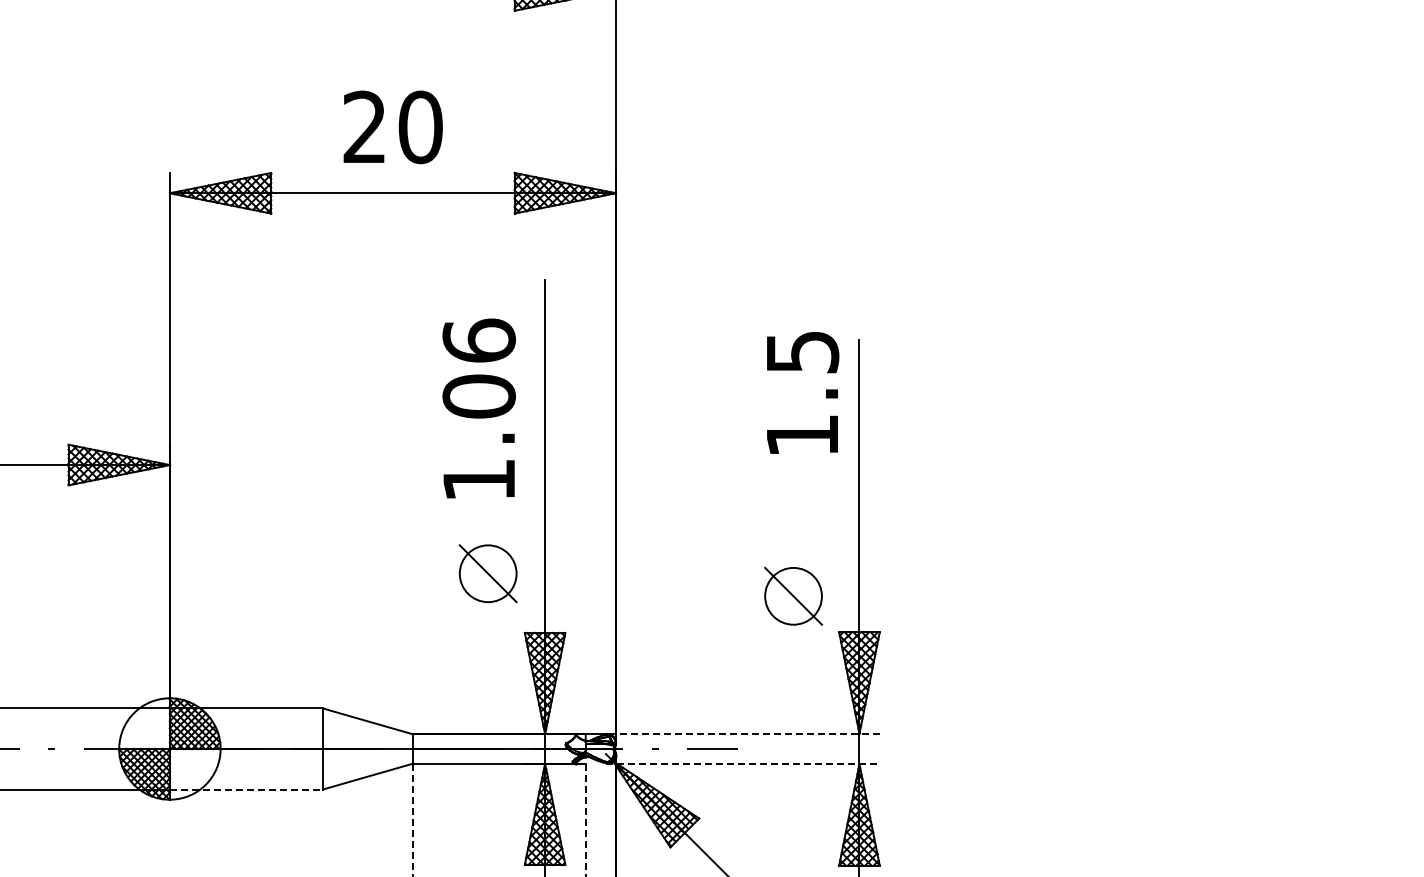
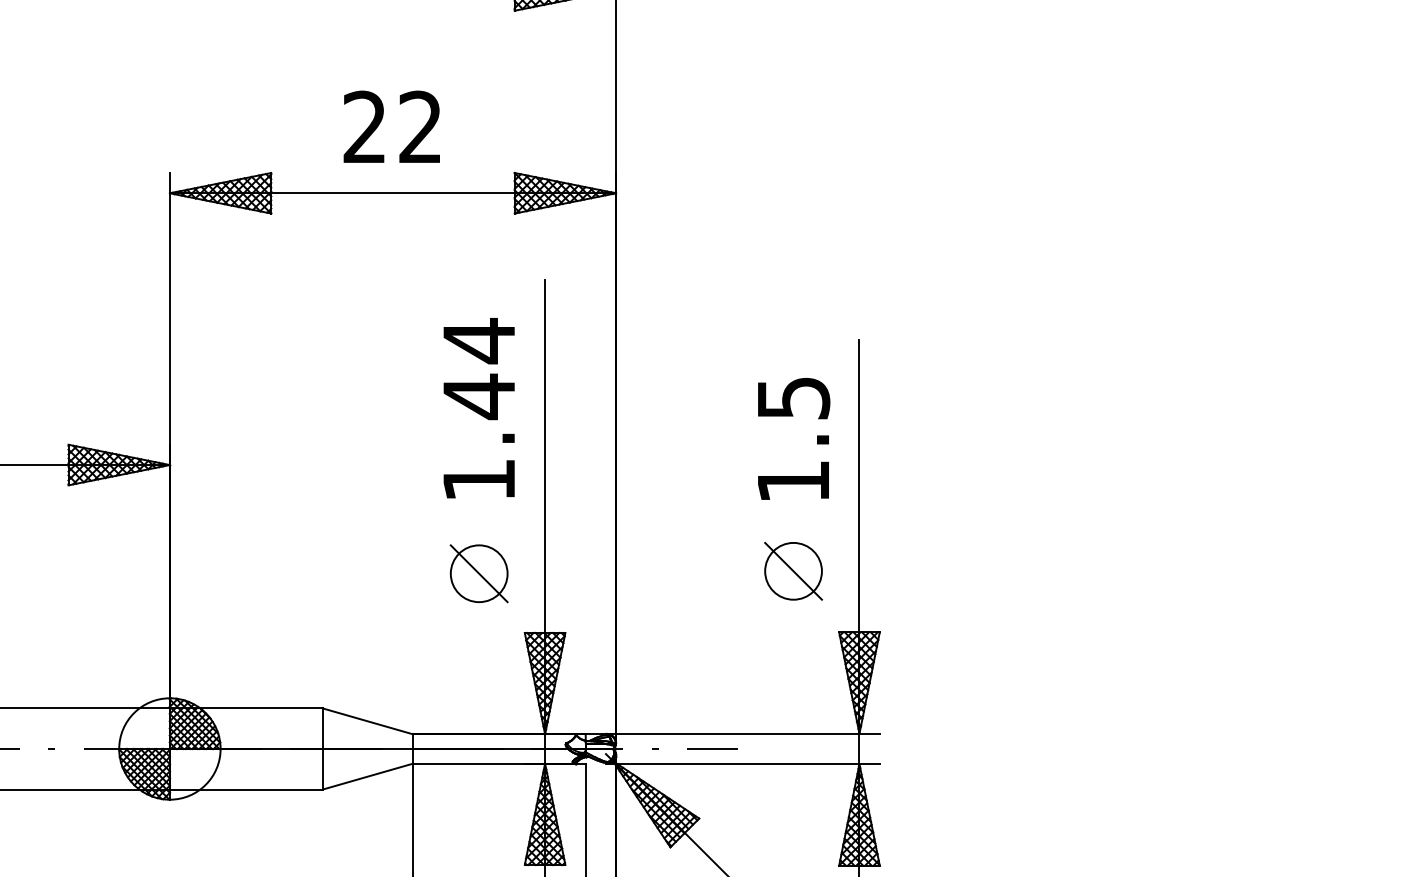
text at (420, 127): 20 -> 22
text at (478, 369): 1.06 -> 1.44
text at (803, 392) position: (803, 392) -> (794, 438)
part at (487, 573) position: (487, 573) -> (478, 573)
part at (793, 595) position: (793, 595) -> (793, 570)
line at (742, 733): dashed -> solid
line at (742, 764): dashed -> solid
line at (246, 789): dashed -> solid
line at (413, 820): dashed -> solid
line at (585, 820): dashed -> solid
